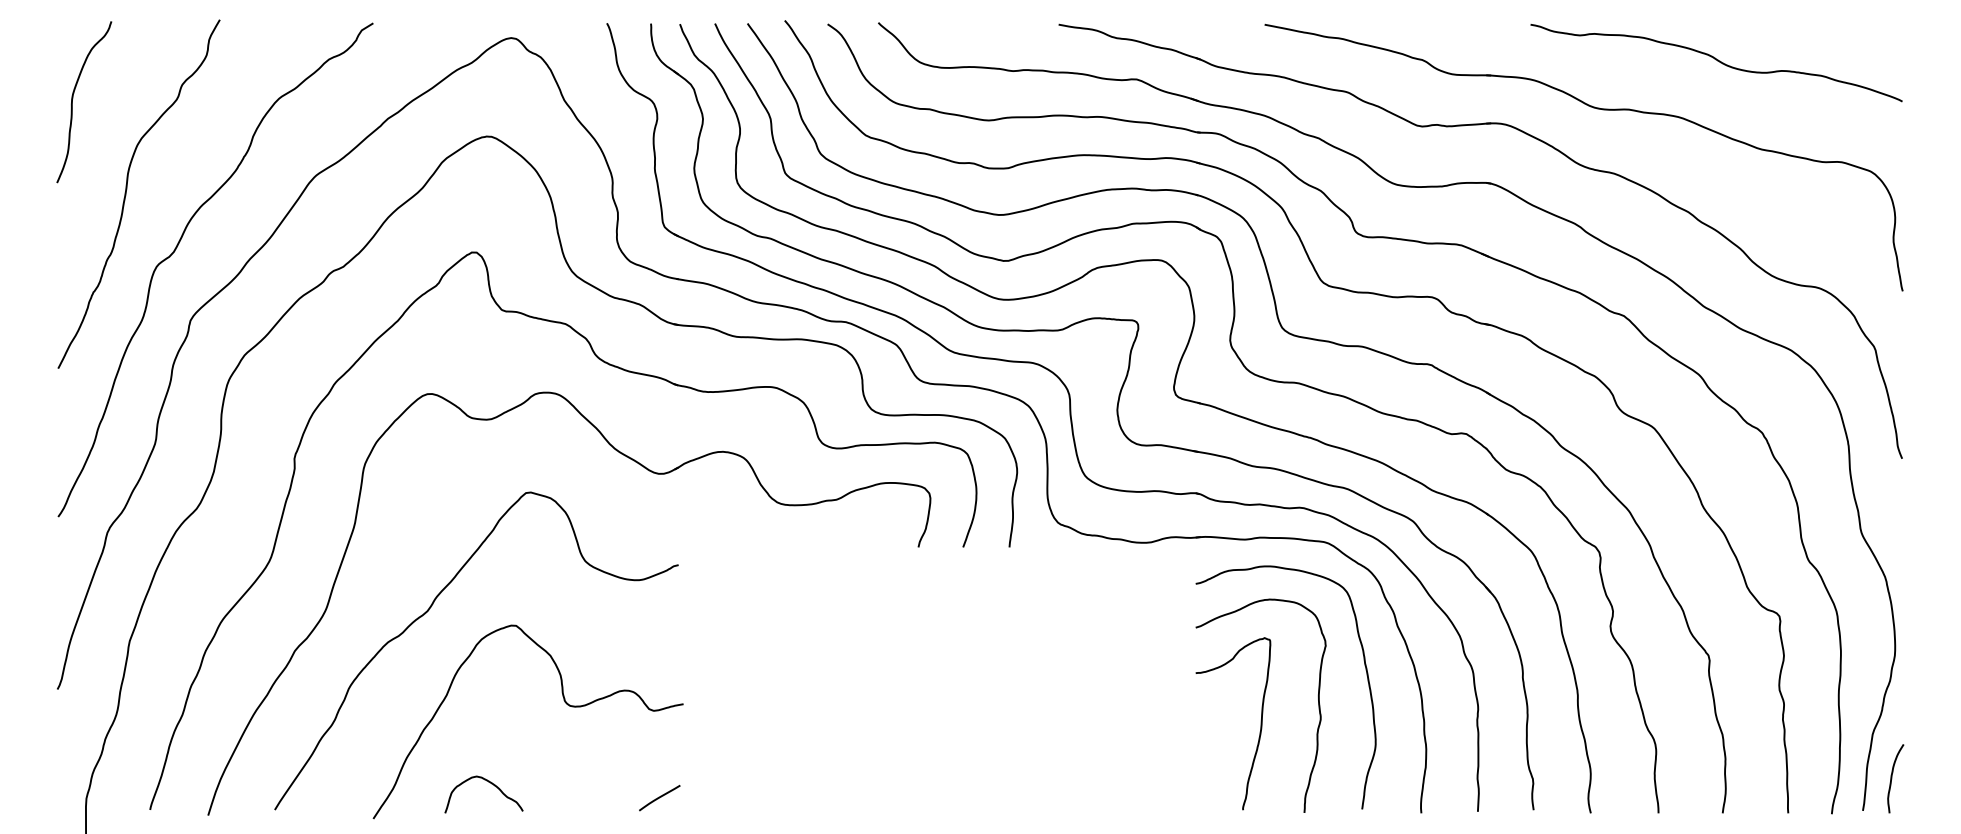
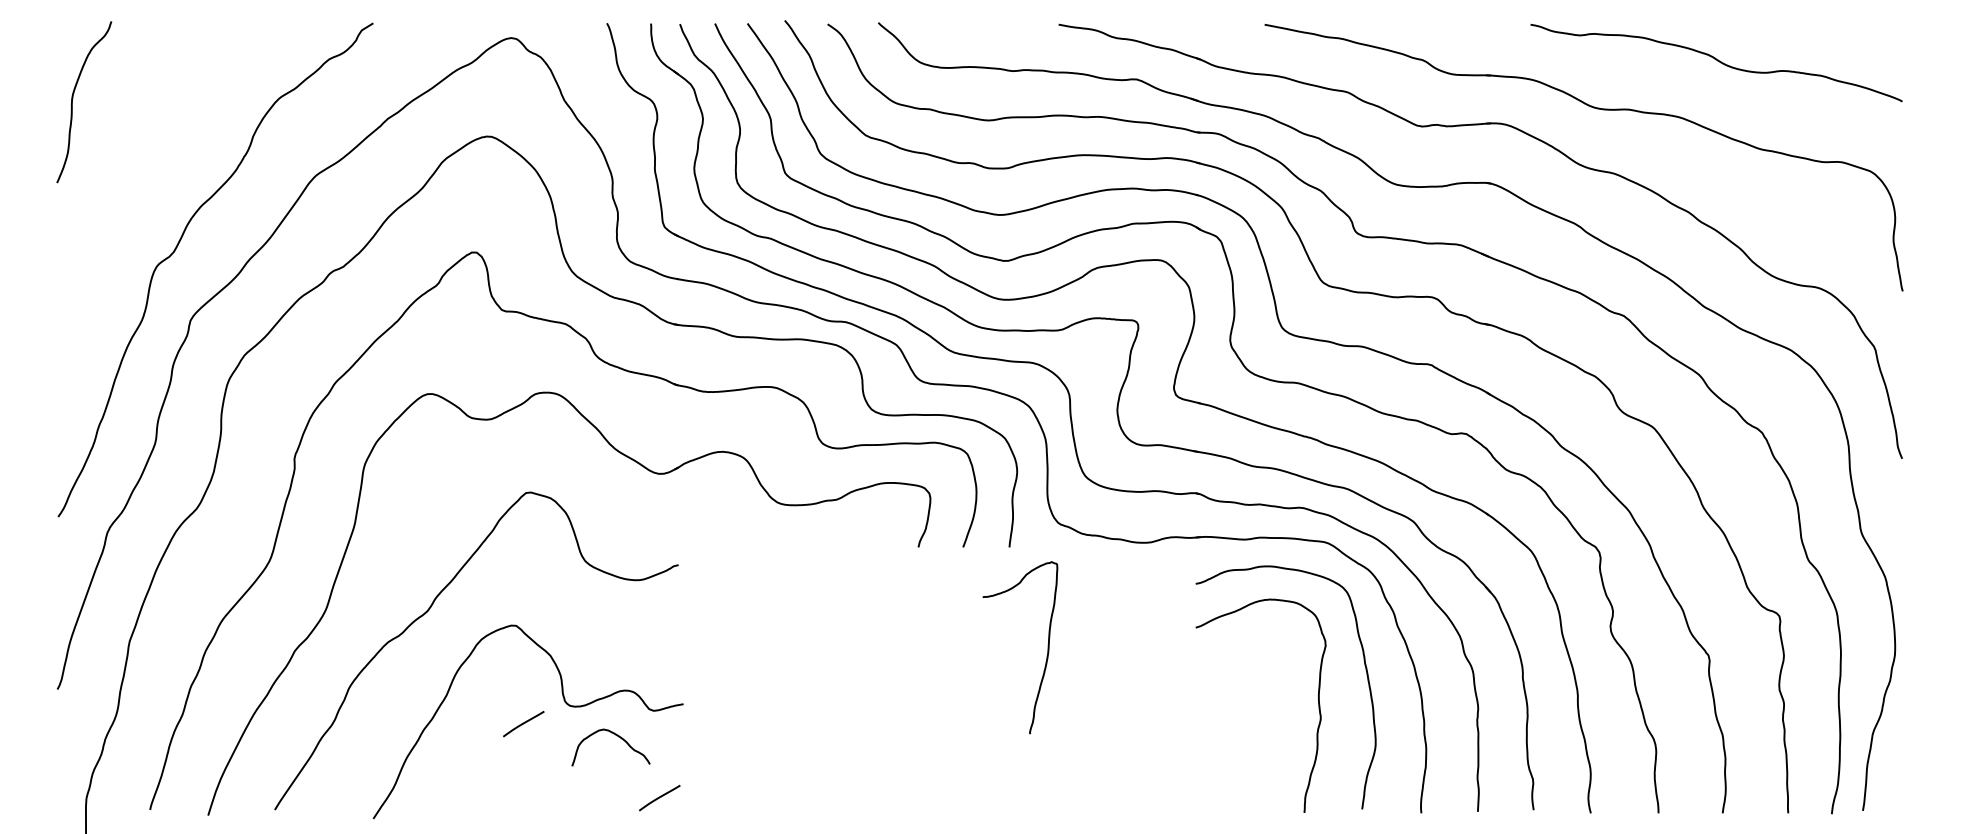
curve at (127, 189): present -> none
curve at (523, 723): none -> present
curve at (1260, 723) position: (1260, 723) -> (1047, 647)
curve at (1892, 778): present -> none
curve at (491, 784) position: (491, 784) -> (618, 737)
